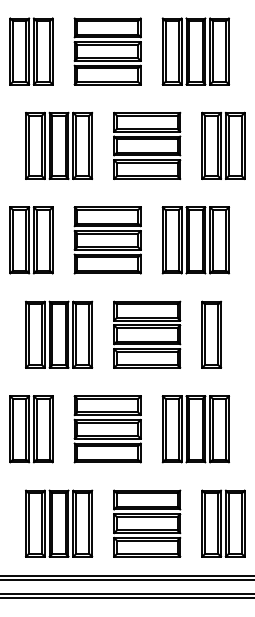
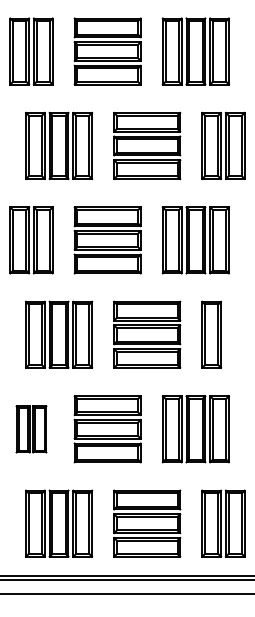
part at (31, 429) size: 45x69 px -> 33x49 px
line at (126, 598): present -> none
